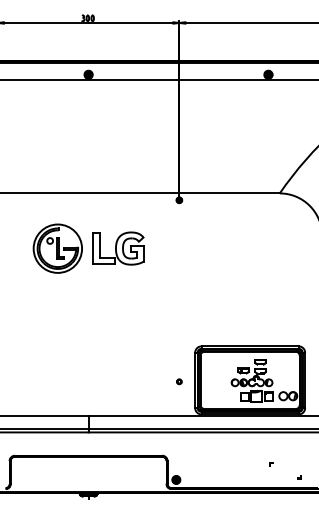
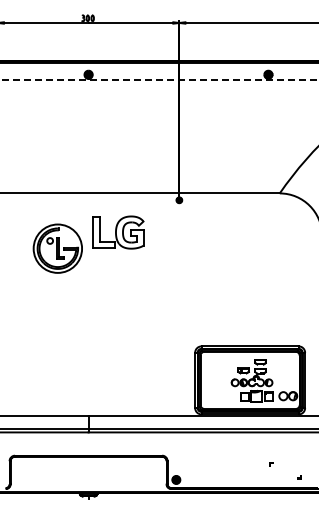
line at (159, 80): solid -> dashed
part at (118, 248) position: (118, 248) -> (118, 232)
part at (179, 381): present -> none
